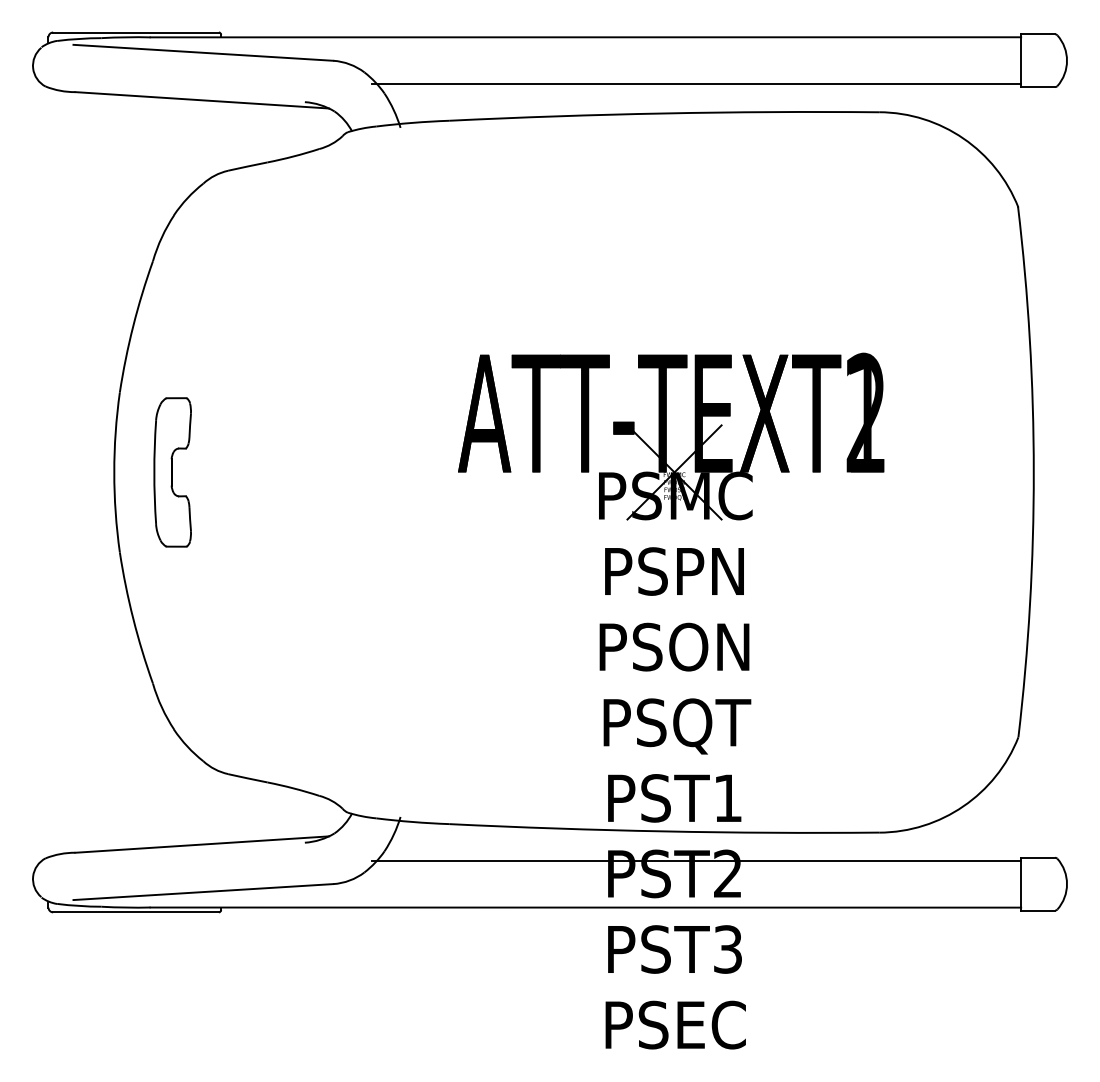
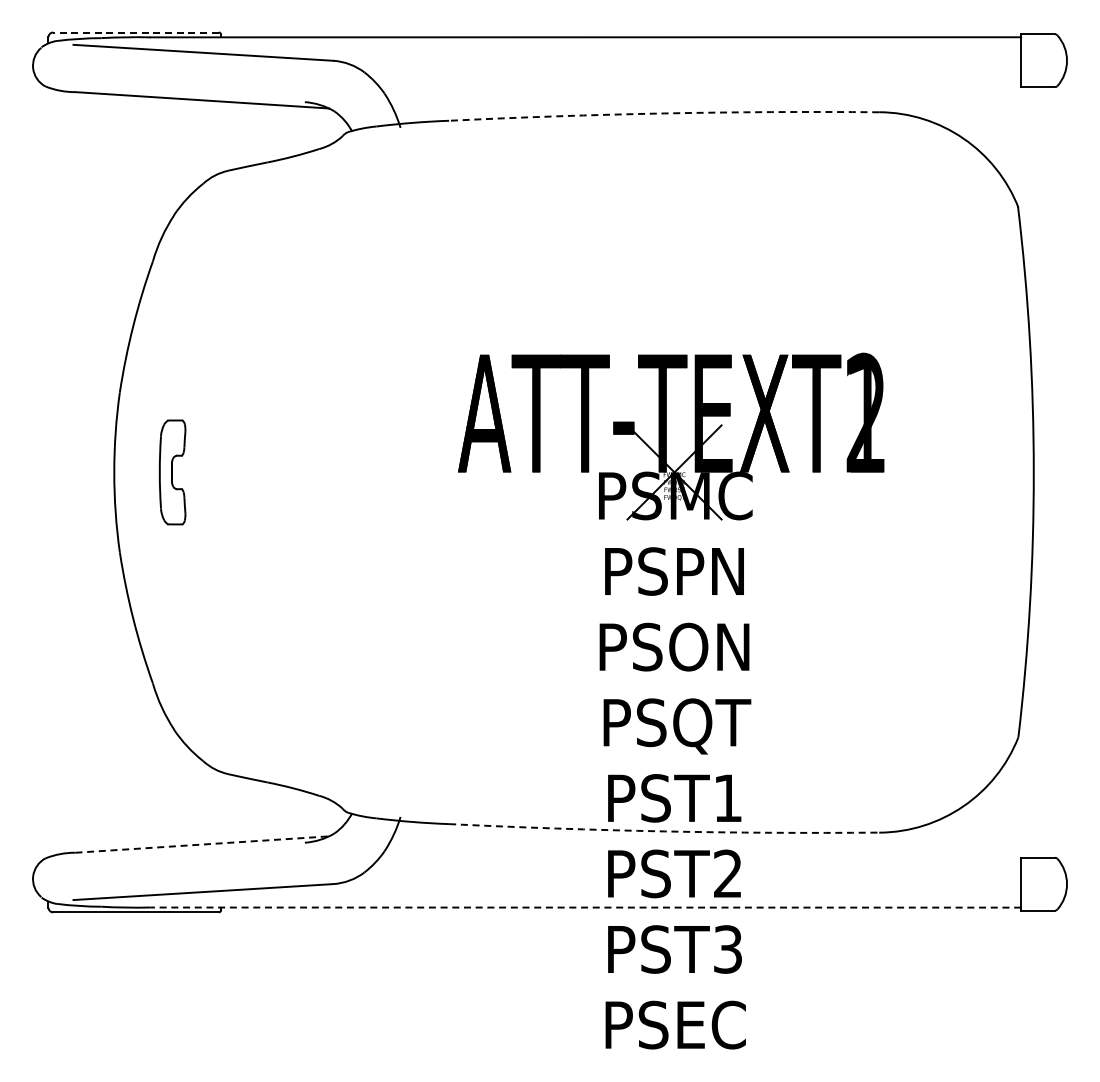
line at (136, 32): solid -> dashed
line at (696, 84): present -> none
arc at (664, 113): solid -> dashed
part at (172, 472) size: 39x151 px -> 29x107 px
arc at (664, 831): solid -> dashed
line at (202, 844): solid -> dashed
line at (696, 860): present -> none
line at (585, 907): solid -> dashed
